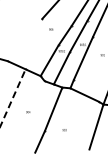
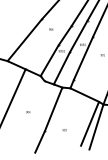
line at (24, 39): none -> present
line at (12, 98): dashed -> solid
line at (89, 123): none -> present
